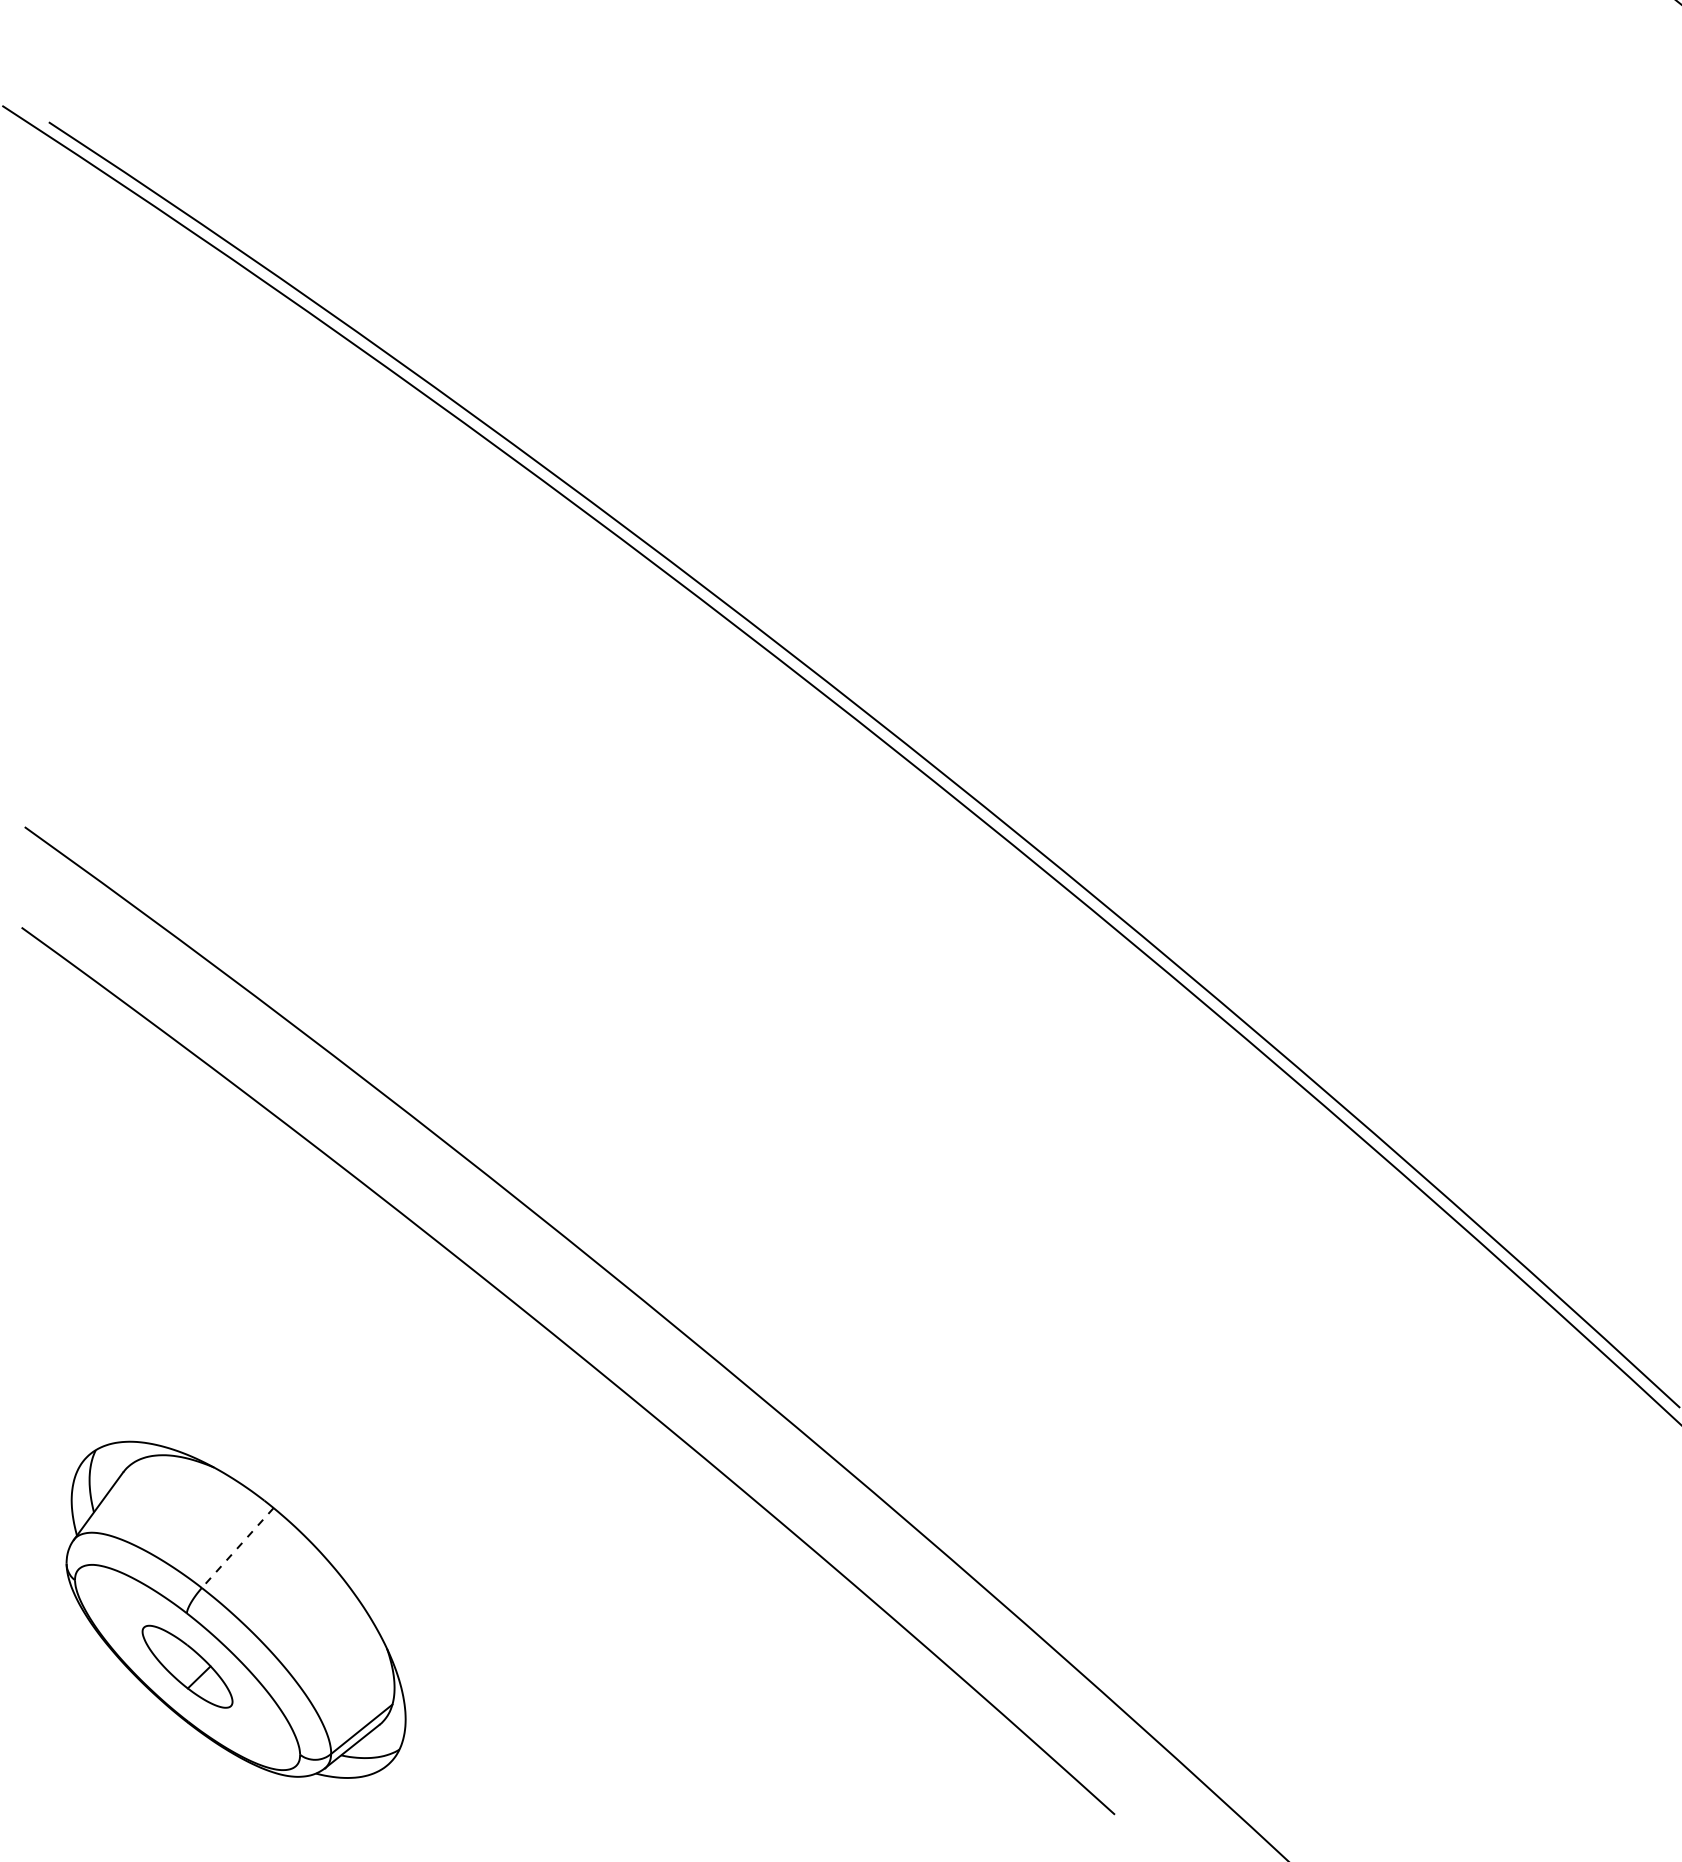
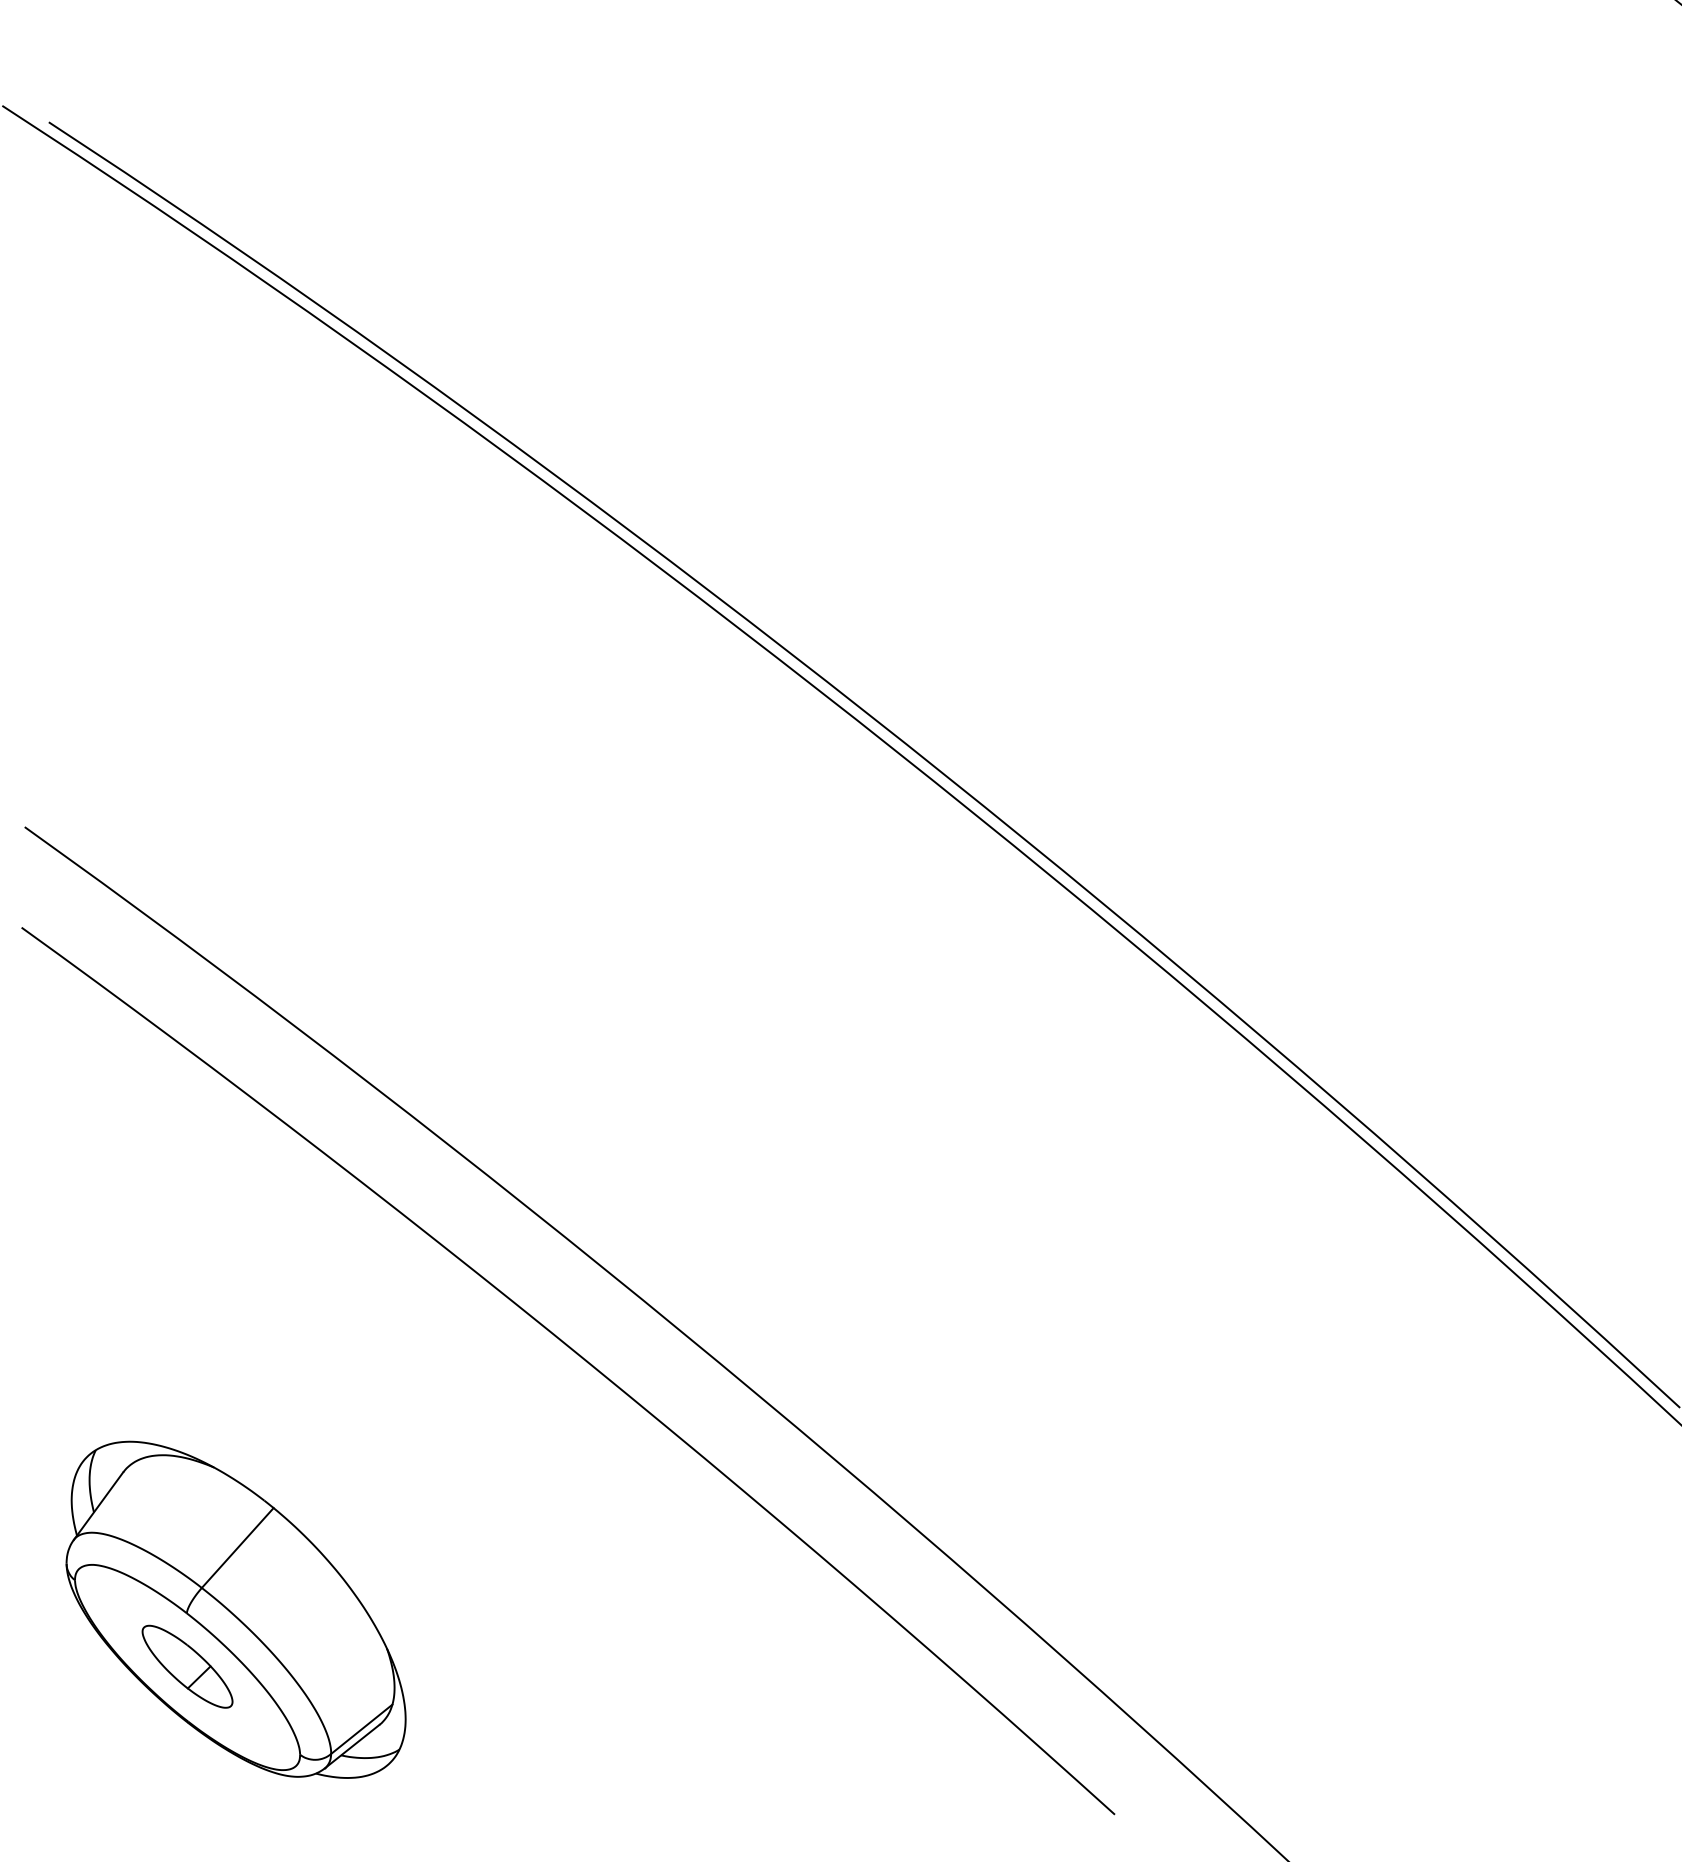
line at (237, 1548): dashed -> solid
